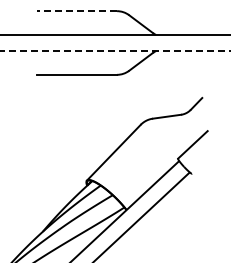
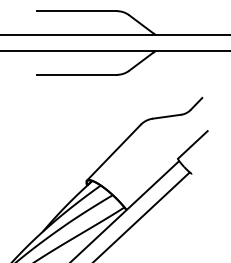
line at (77, 11): dashed -> solid
line at (115, 51): dashed -> solid
